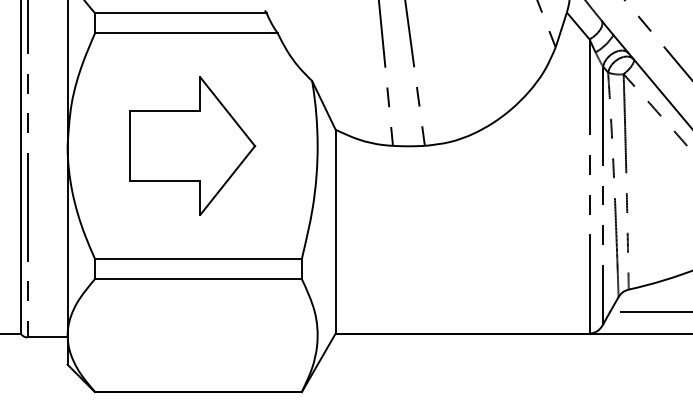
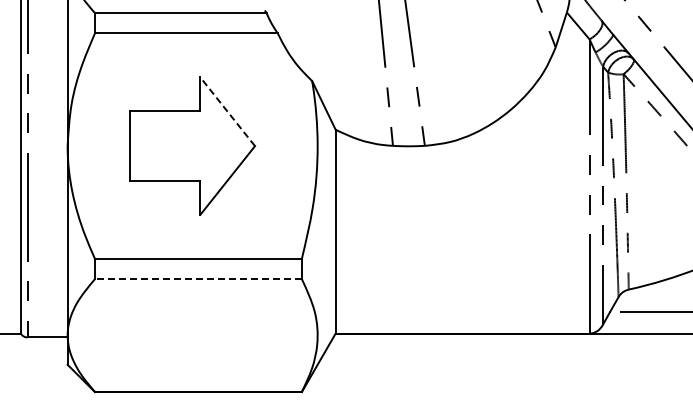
line at (227, 111): solid -> dashed
line at (197, 279): solid -> dashed
